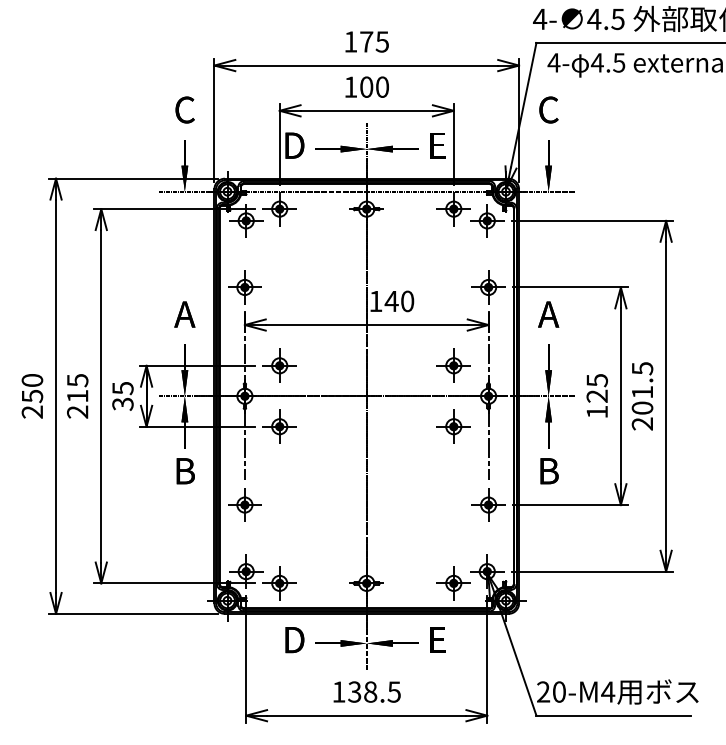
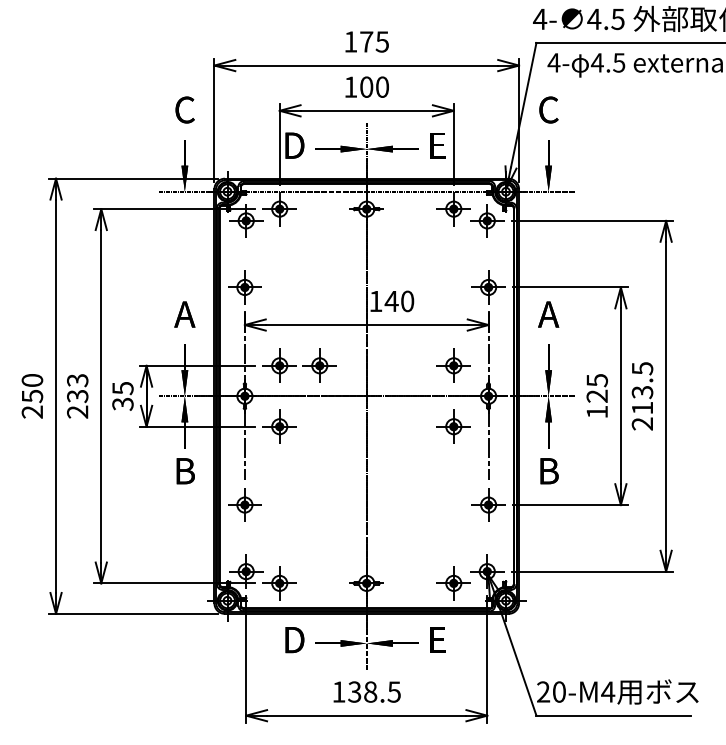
part at (319, 365): none -> present
text at (77, 388): 215 -> 233
text at (642, 400): 201.5 -> 213.5
